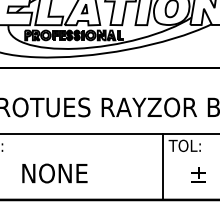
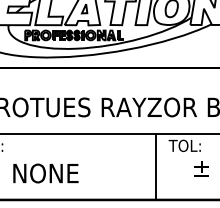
line at (162, 166) position: (162, 166) -> (155, 166)
text at (54, 173) position: (54, 173) -> (45, 173)
text at (198, 174) position: (198, 174) -> (201, 168)
